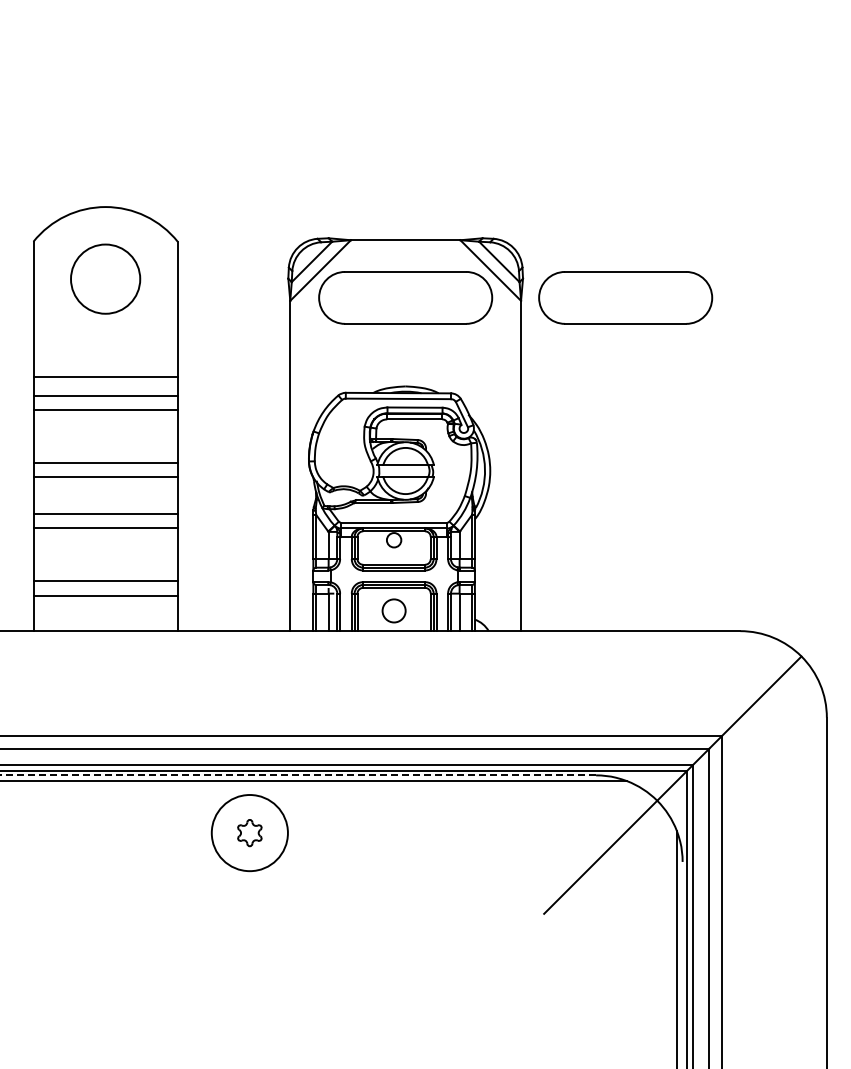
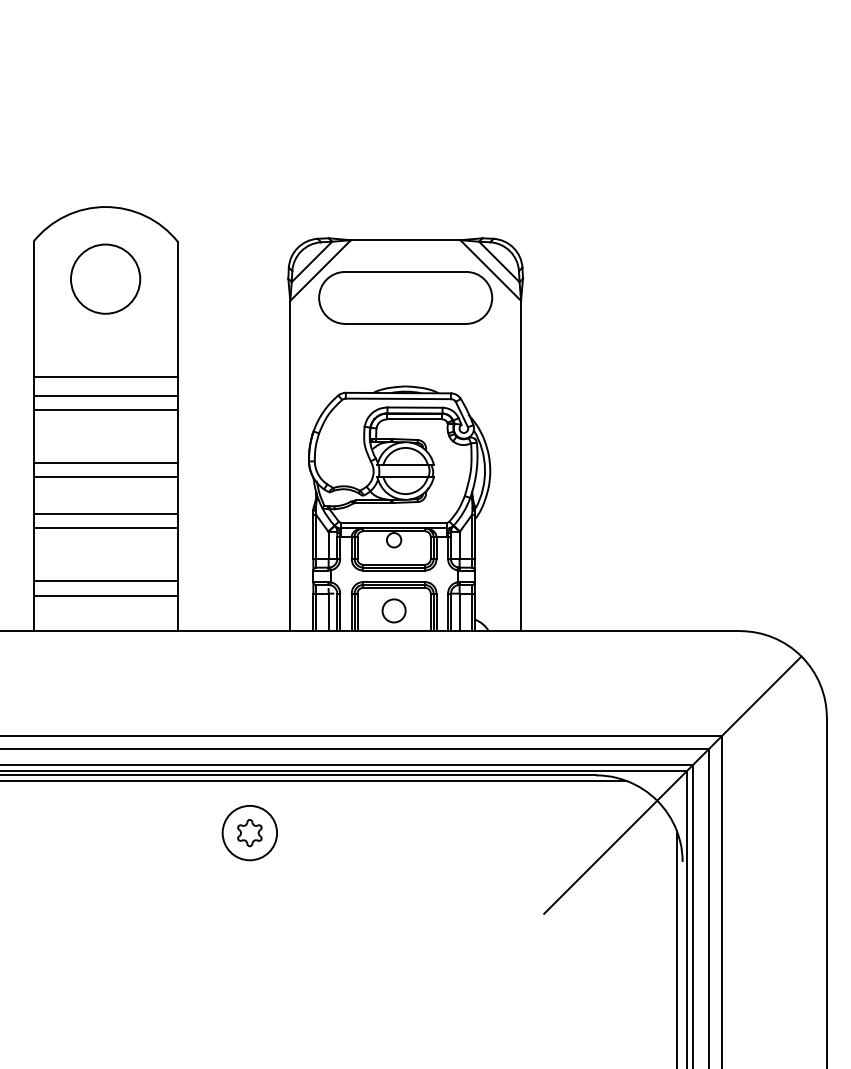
part at (625, 297): present -> none
line at (298, 775): dashed -> solid
circle at (249, 833) diameter: 76 px -> 54 px
